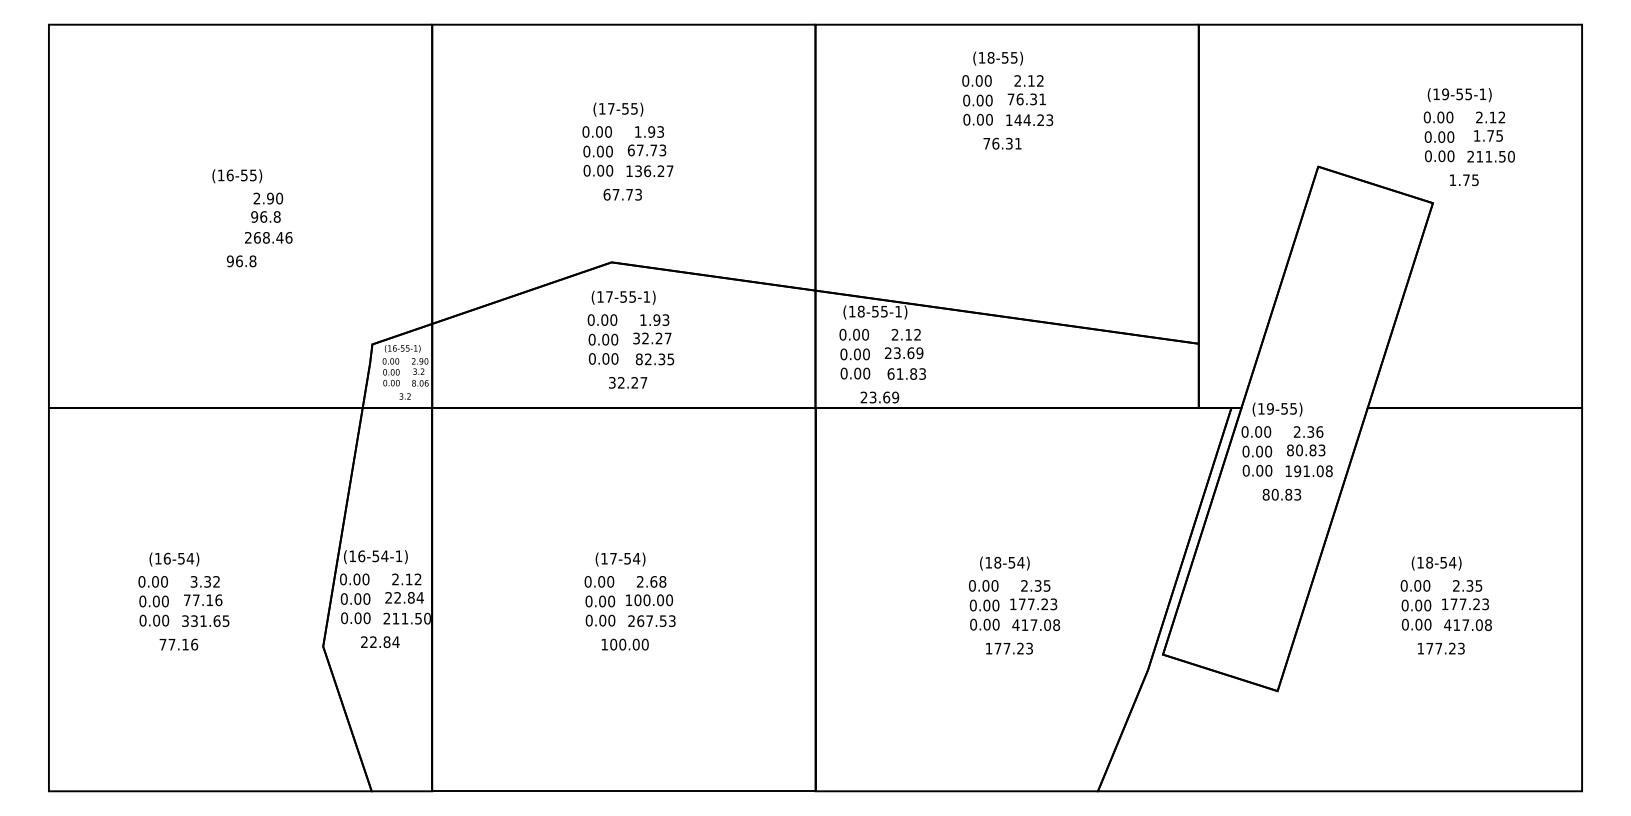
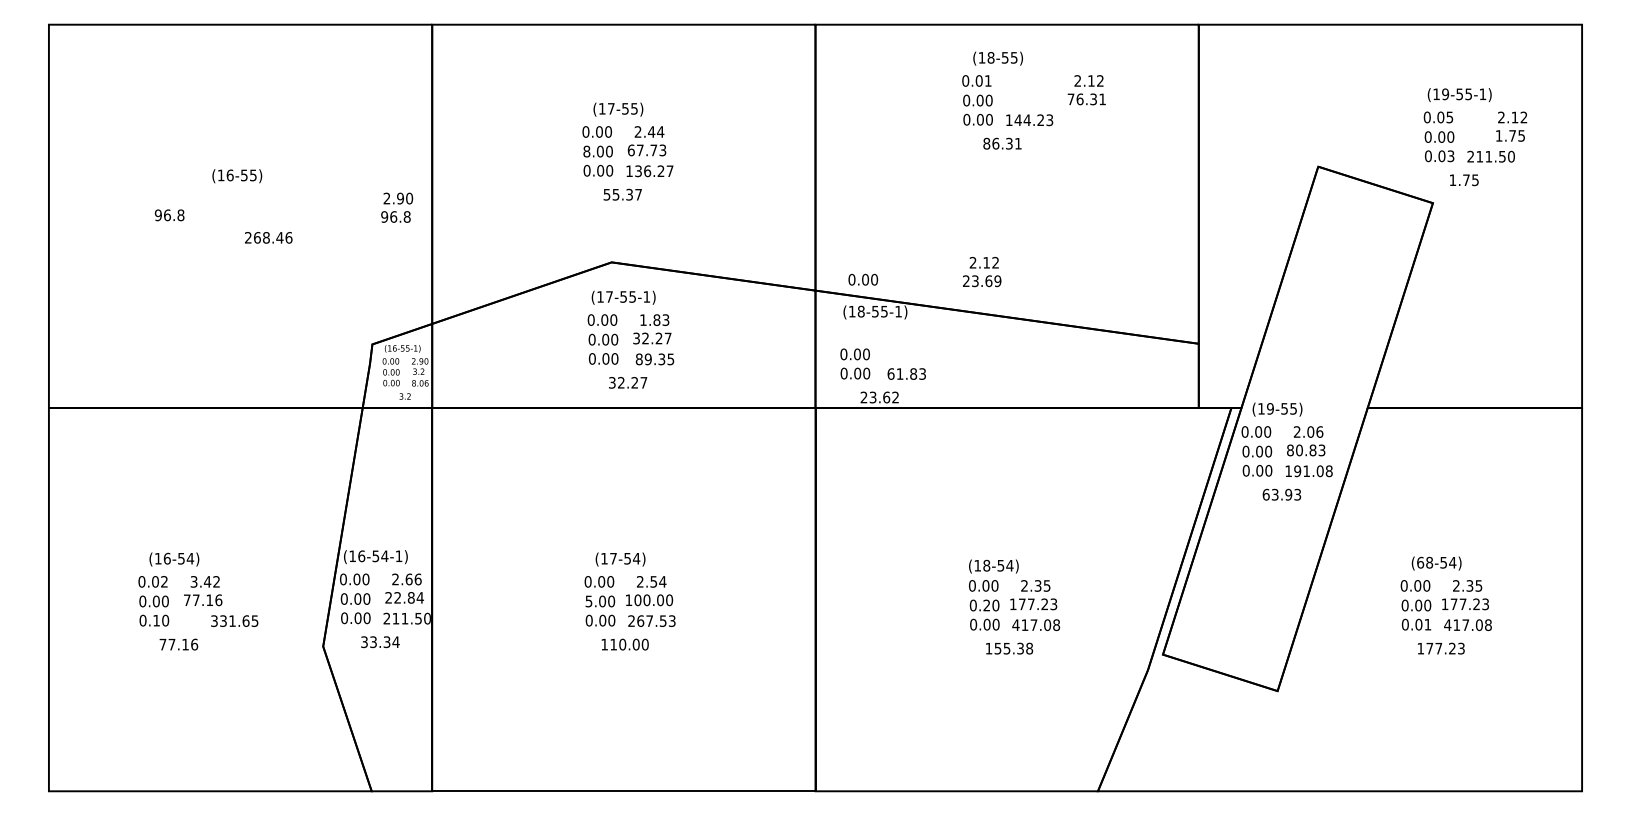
text at (987, 80): 0.00 -> 0.01
text at (1026, 90) position: (1026, 90) -> (1086, 90)
text at (1449, 117): 0.00 -> 0.05
text at (1489, 126) position: (1489, 126) -> (1511, 126)
text at (649, 131): 1.93 -> 2.44
text at (986, 143): 76.31 -> 86.31
text at (586, 151): 0.00 -> 8.00
text at (1450, 156): 0.00 -> 0.03
text at (622, 194): 67.73 -> 55.37
text at (267, 207) position: (267, 207) -> (397, 207)
text at (241, 261) position: (241, 261) -> (169, 215)
text at (656, 319): 1.93 -> 1.83
text at (854, 334) position: (854, 334) -> (863, 279)
text at (904, 344) position: (904, 344) -> (982, 272)
text at (647, 359): 82.35 -> 89.35
text at (895, 397): 23.69 -> 23.62
text at (1310, 431): 2.36 -> 2.06
text at (1277, 494): 80.83 -> 63.93
text at (1420, 562): (18-54) -> (68-54)
text at (1004, 563) position: (1004, 563) -> (993, 566)
text at (413, 579): 2.12 -> 2.66
text at (164, 581): 0.00 -> 0.02
text at (207, 581): 3.32 -> 3.42
text at (658, 581): 2.68 -> 2.54
text at (588, 601): 0.00 -> 5.00
text at (986, 605): 0.00 -> 0.20
text at (156, 620): 0.00 -> 0.10
text at (205, 620) position: (205, 620) -> (234, 620)
text at (1427, 624): 0.00 -> 0.01
text at (375, 642): 22.84 -> 33.34
text at (613, 644): 100.00 -> 110.00
text at (1013, 648): 177.23 -> 155.38
